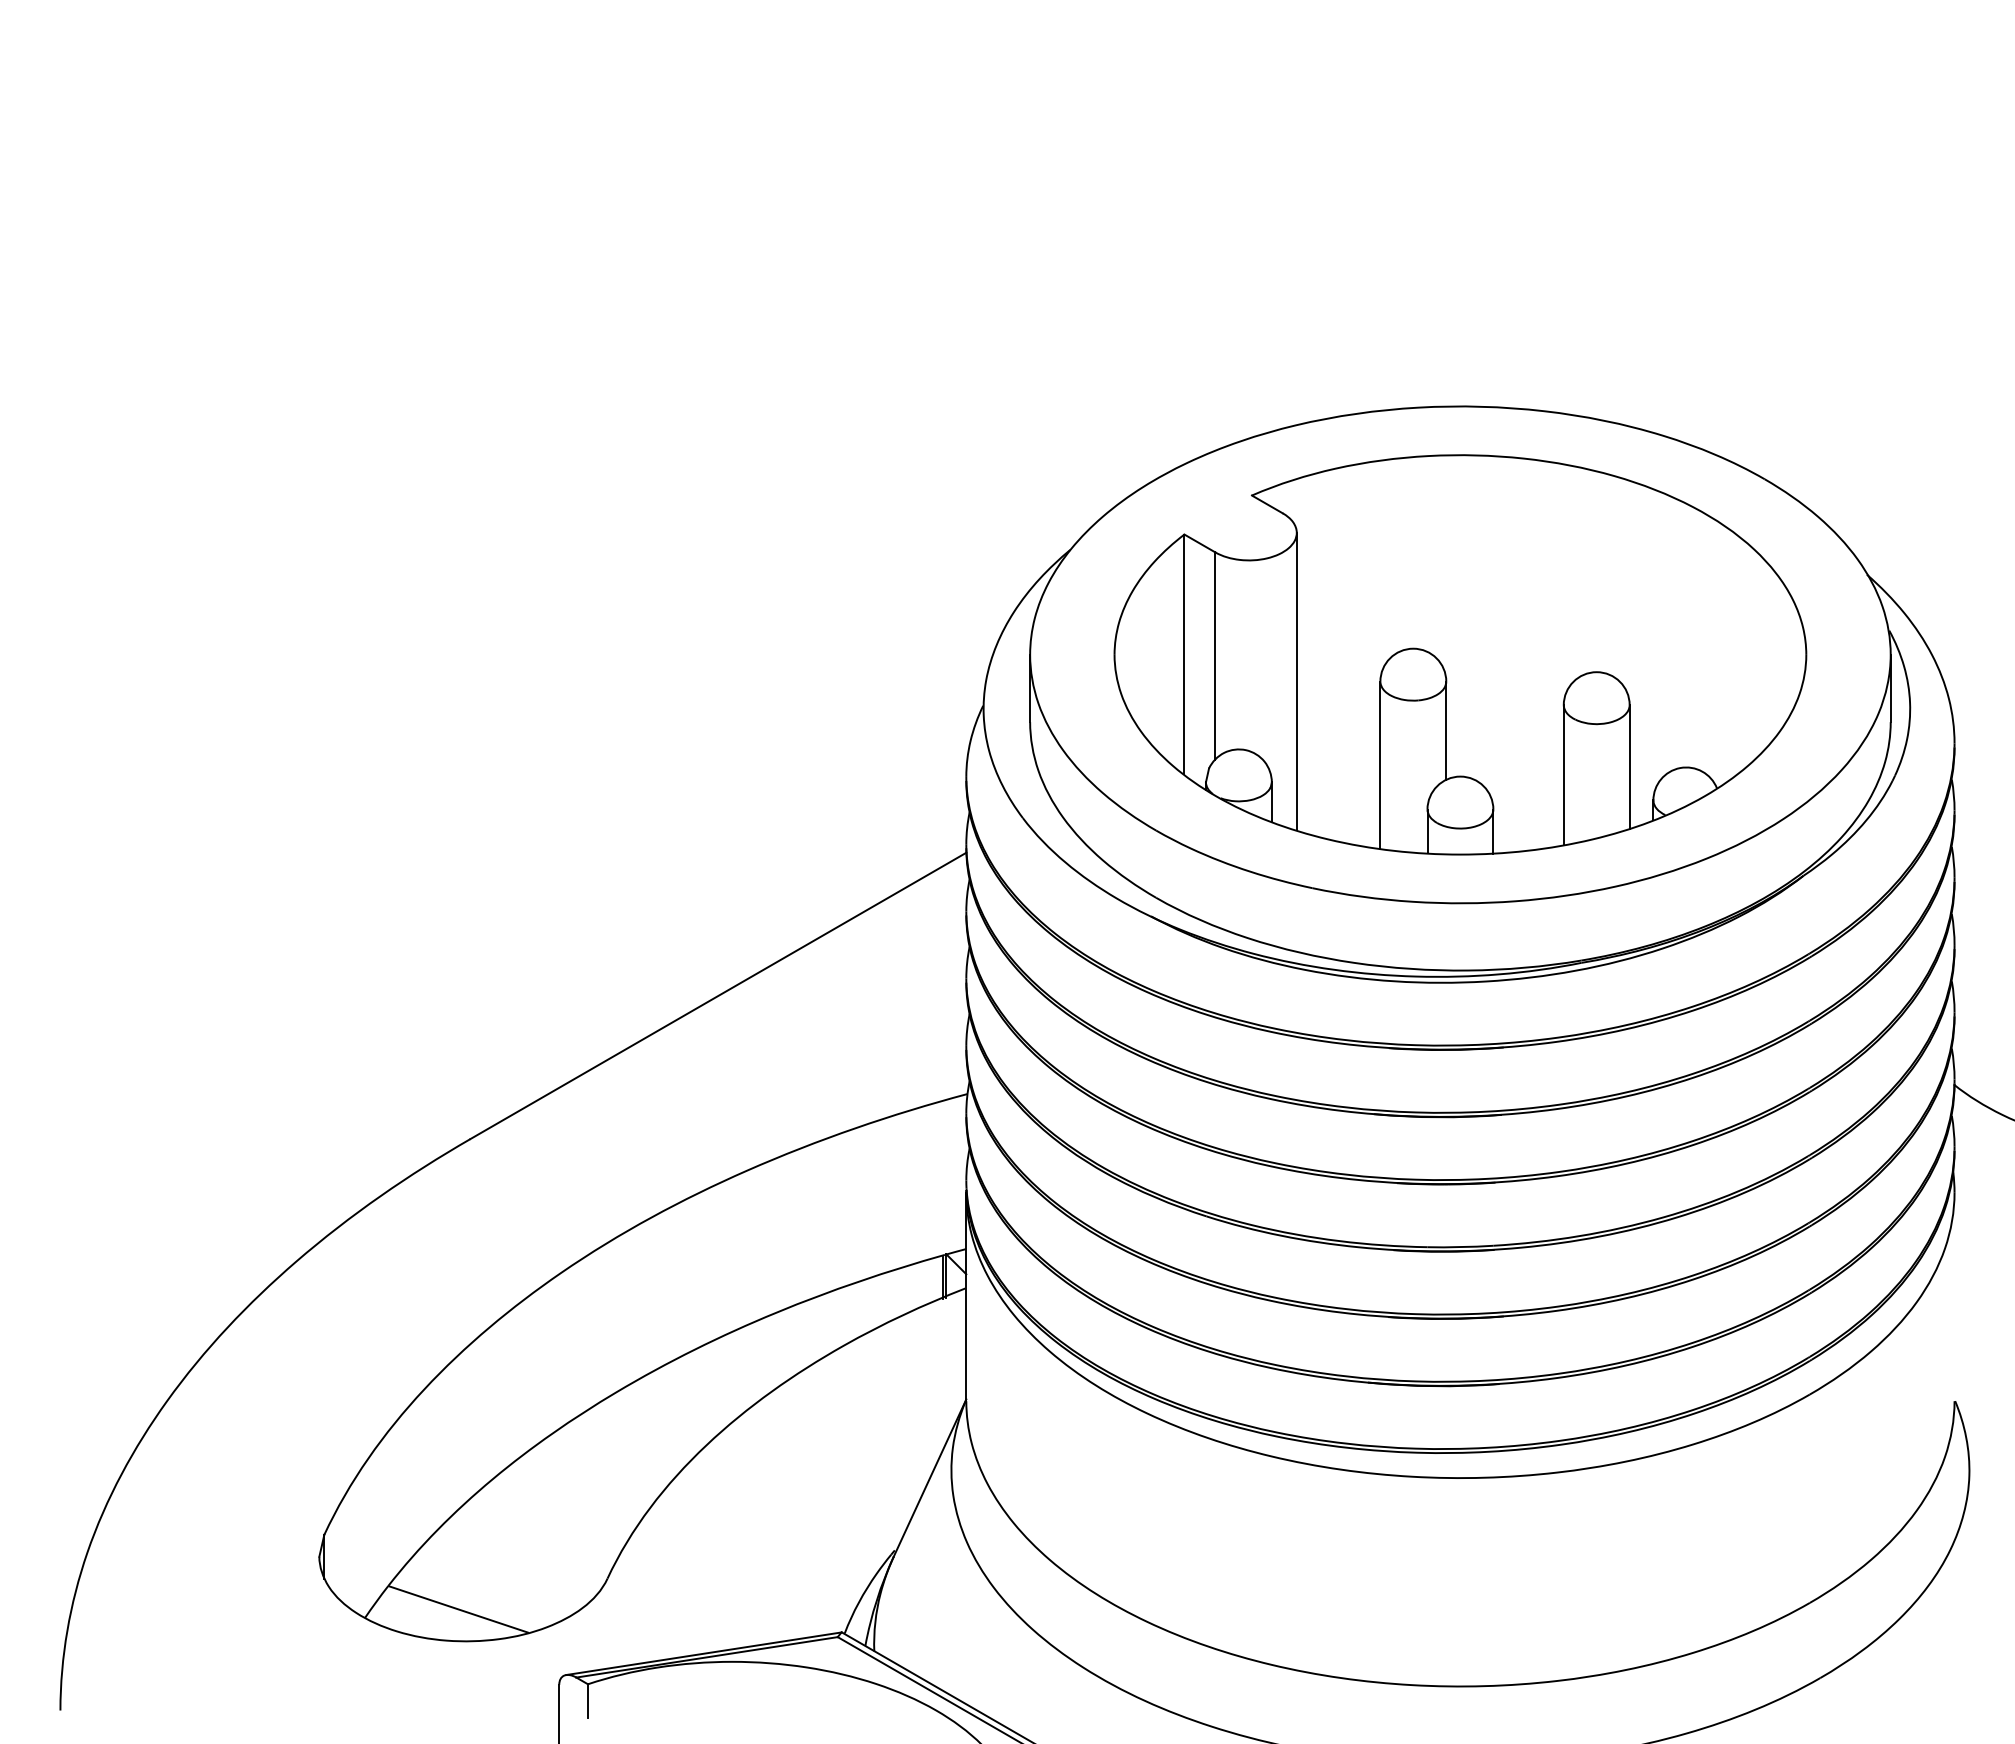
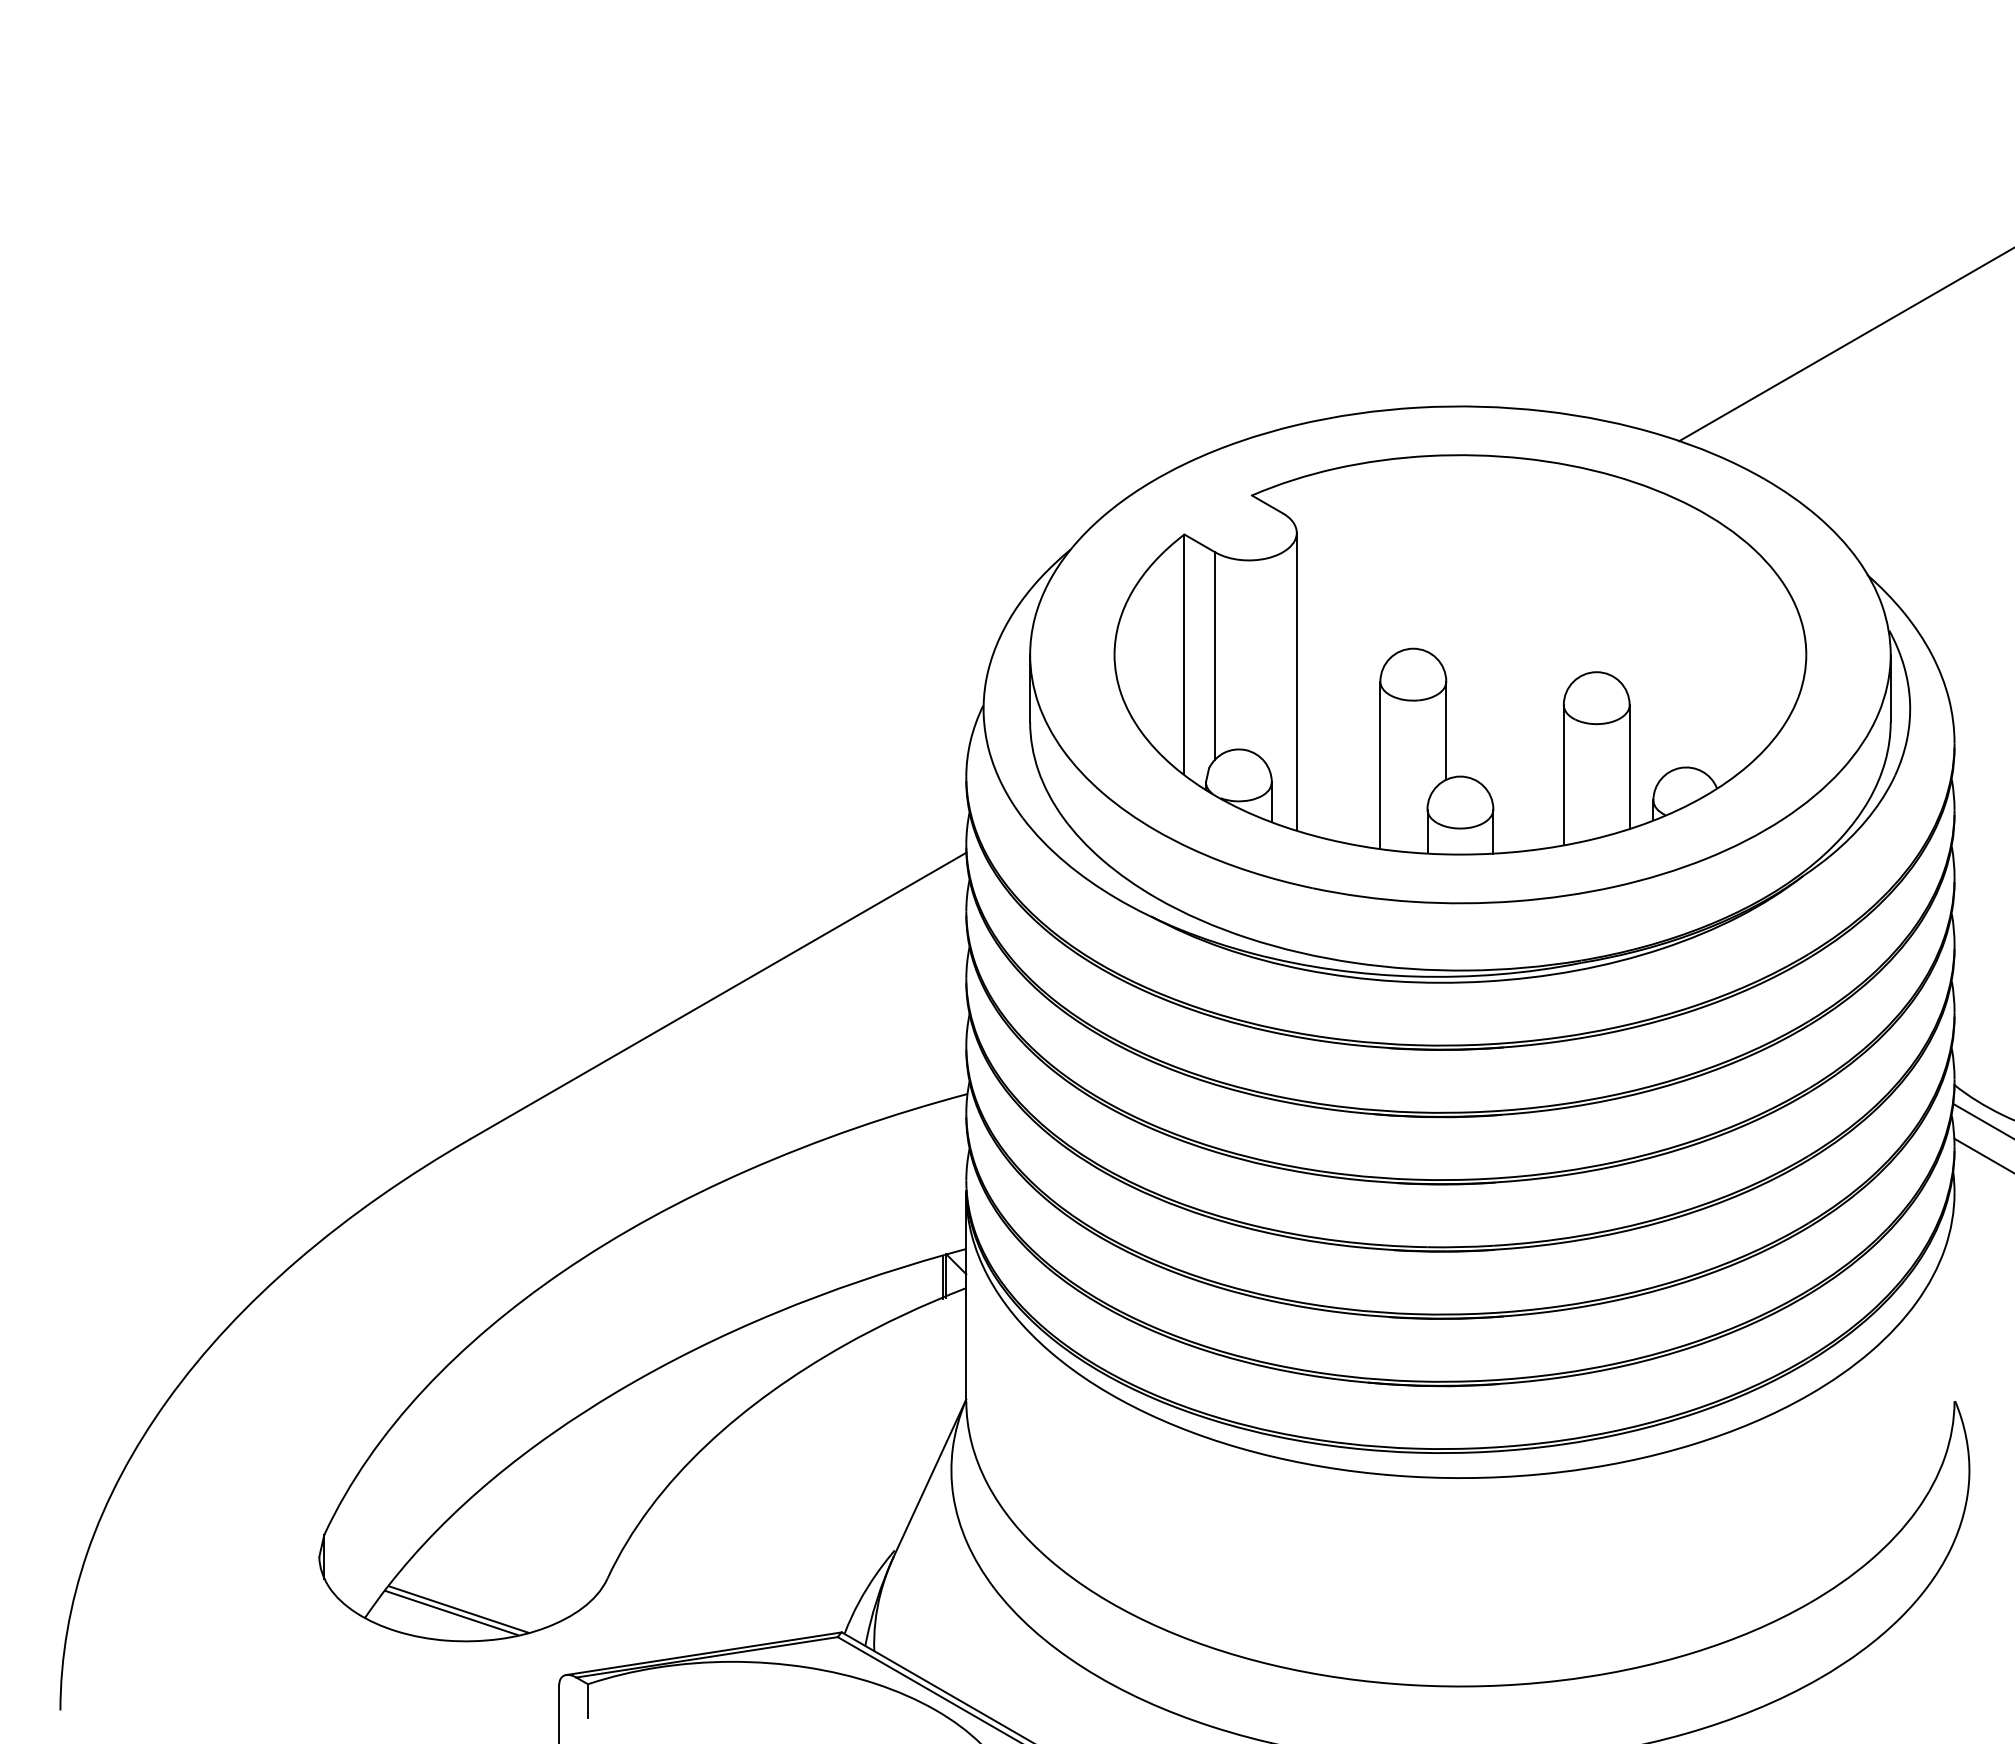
line at (1845, 345): none -> present
line at (1982, 1120): none -> present
line at (1982, 1154): none -> present
line at (451, 1612): none -> present
